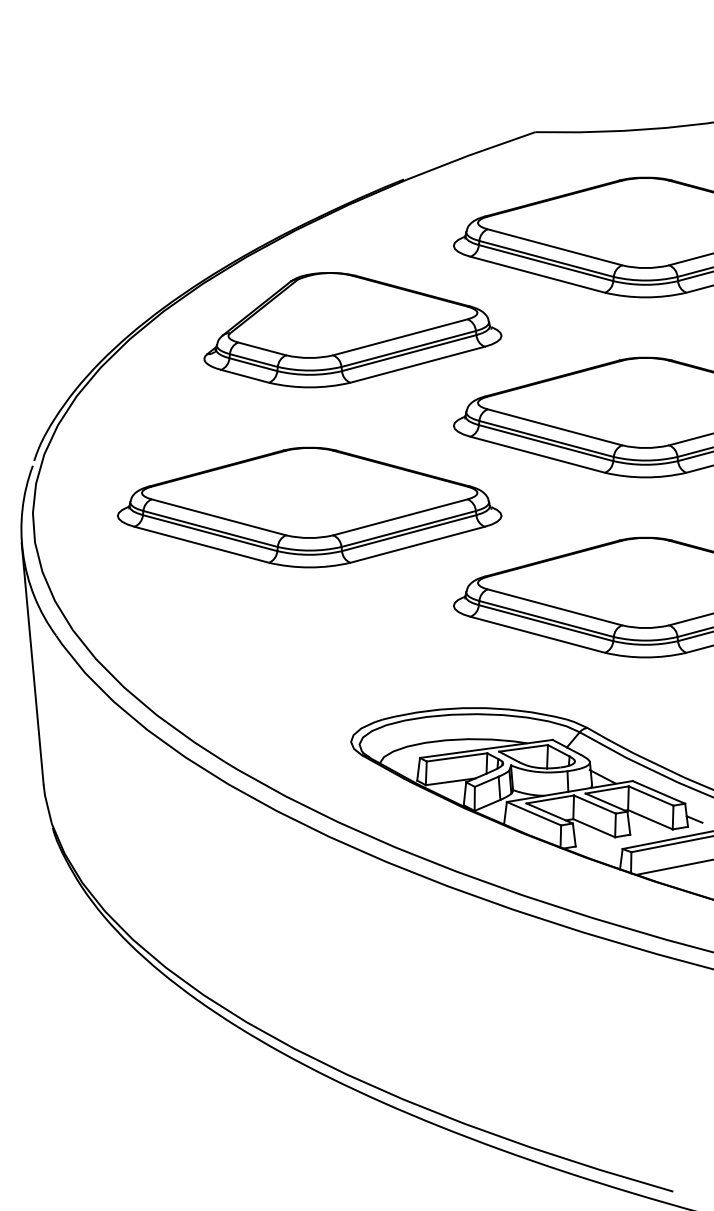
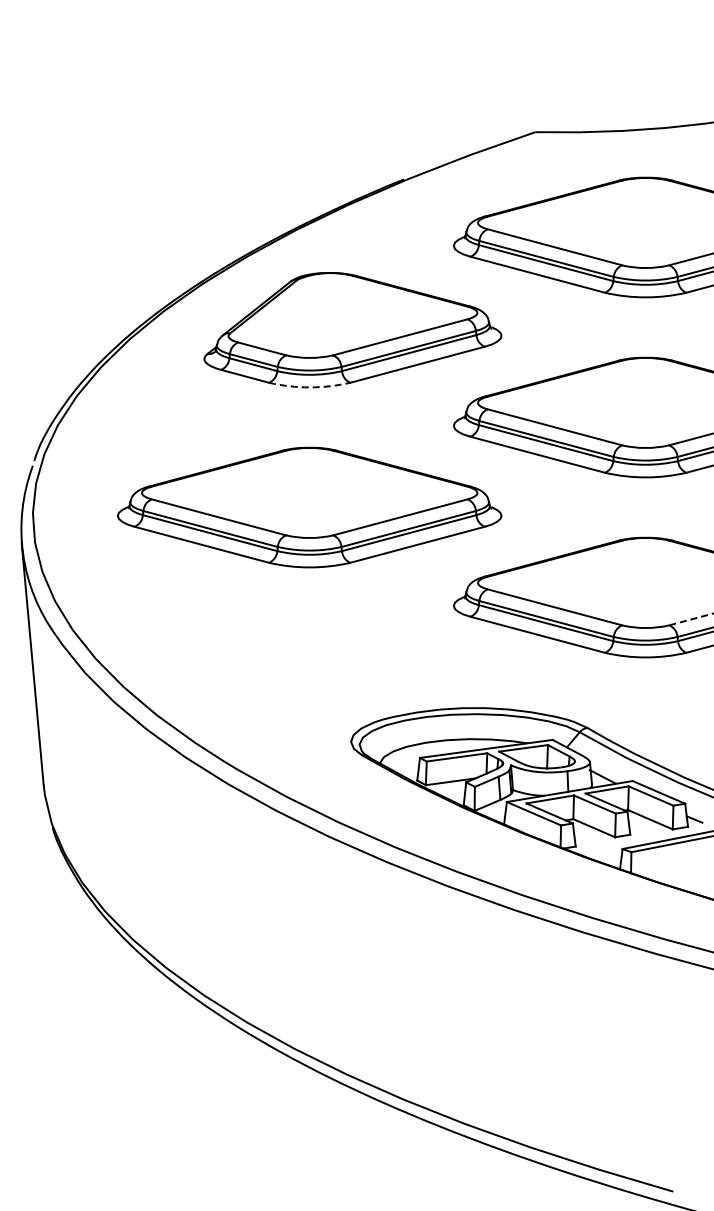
arc at (309, 387): solid -> dashed
line at (691, 619): solid -> dashed
line at (672, 867): present -> none
